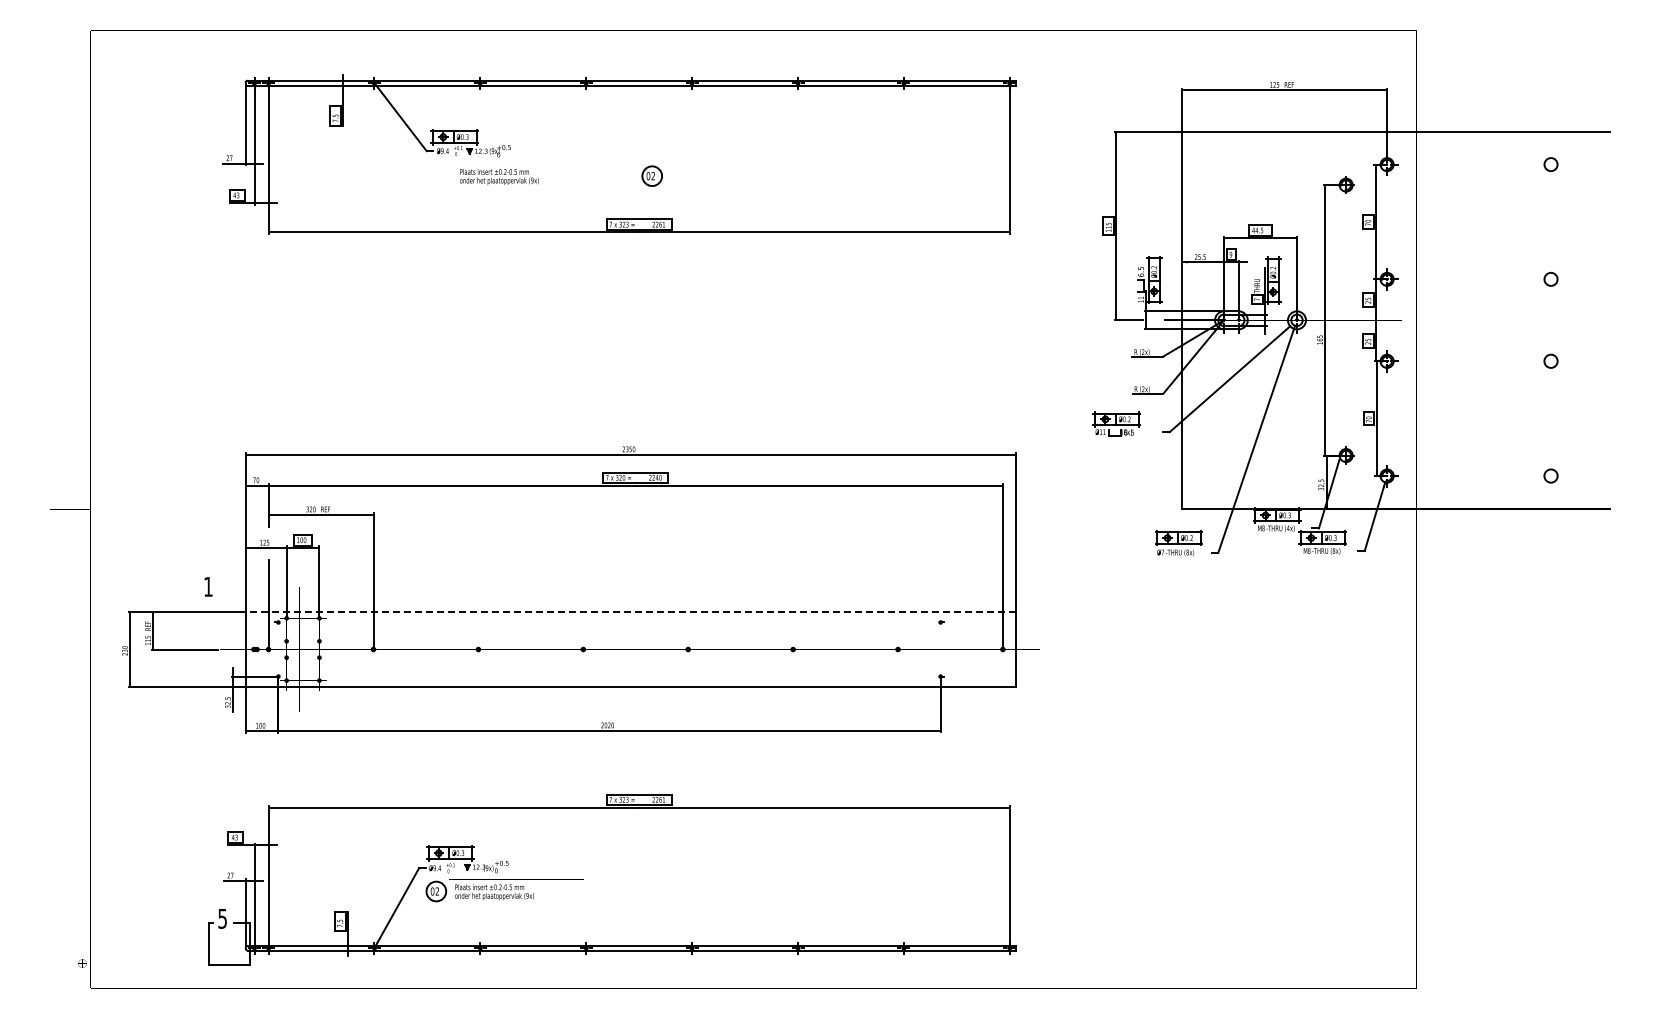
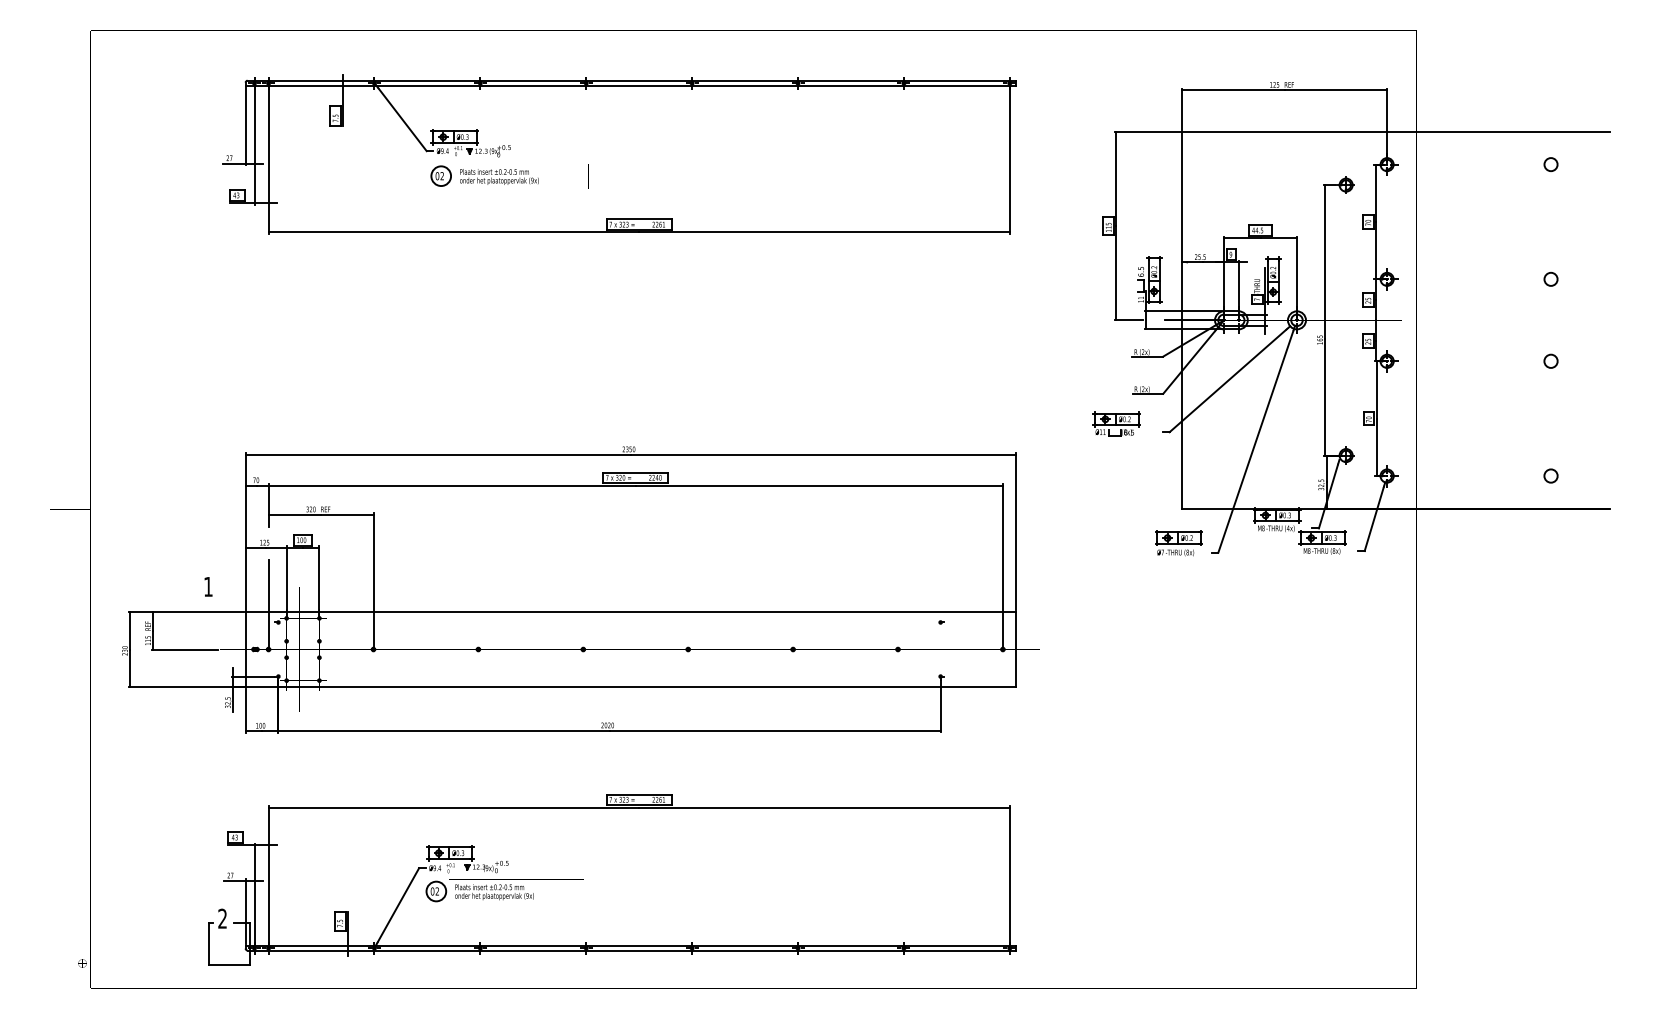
part at (651, 175) position: (651, 175) -> (440, 175)
line at (588, 176): none -> present
line at (630, 611): dashed -> solid
text at (222, 918): 5 -> 2
